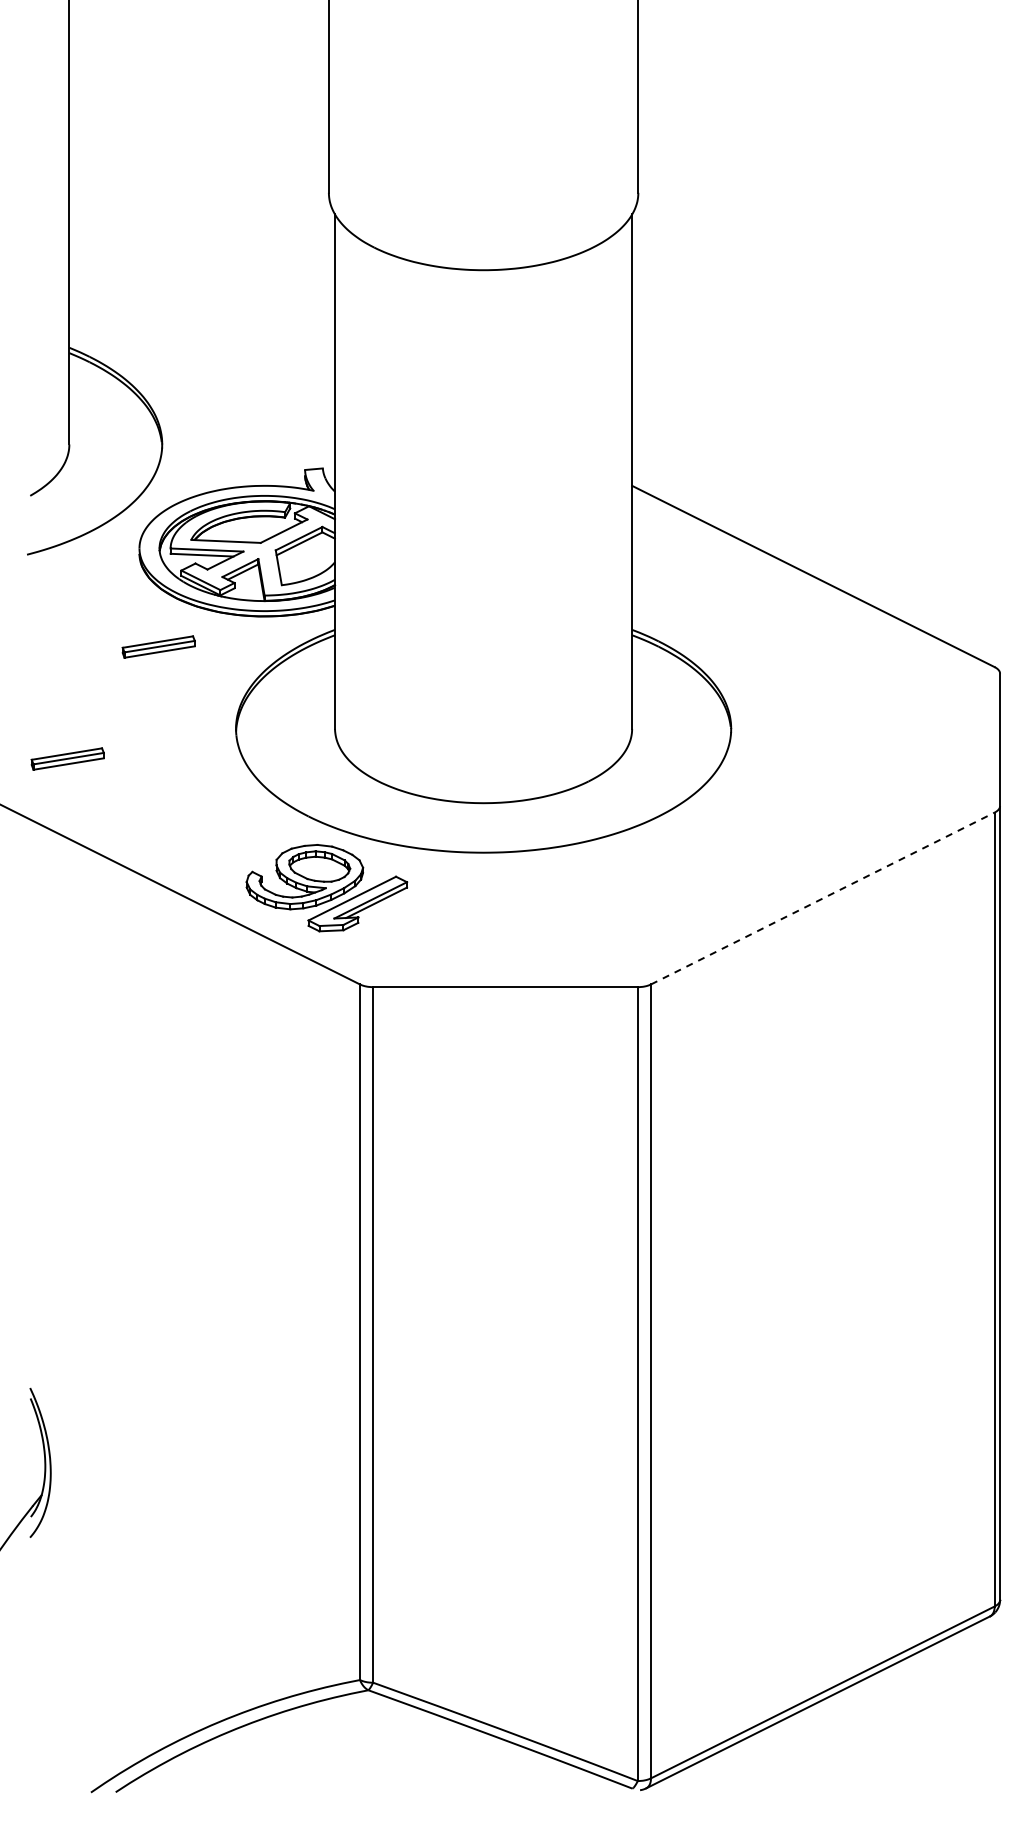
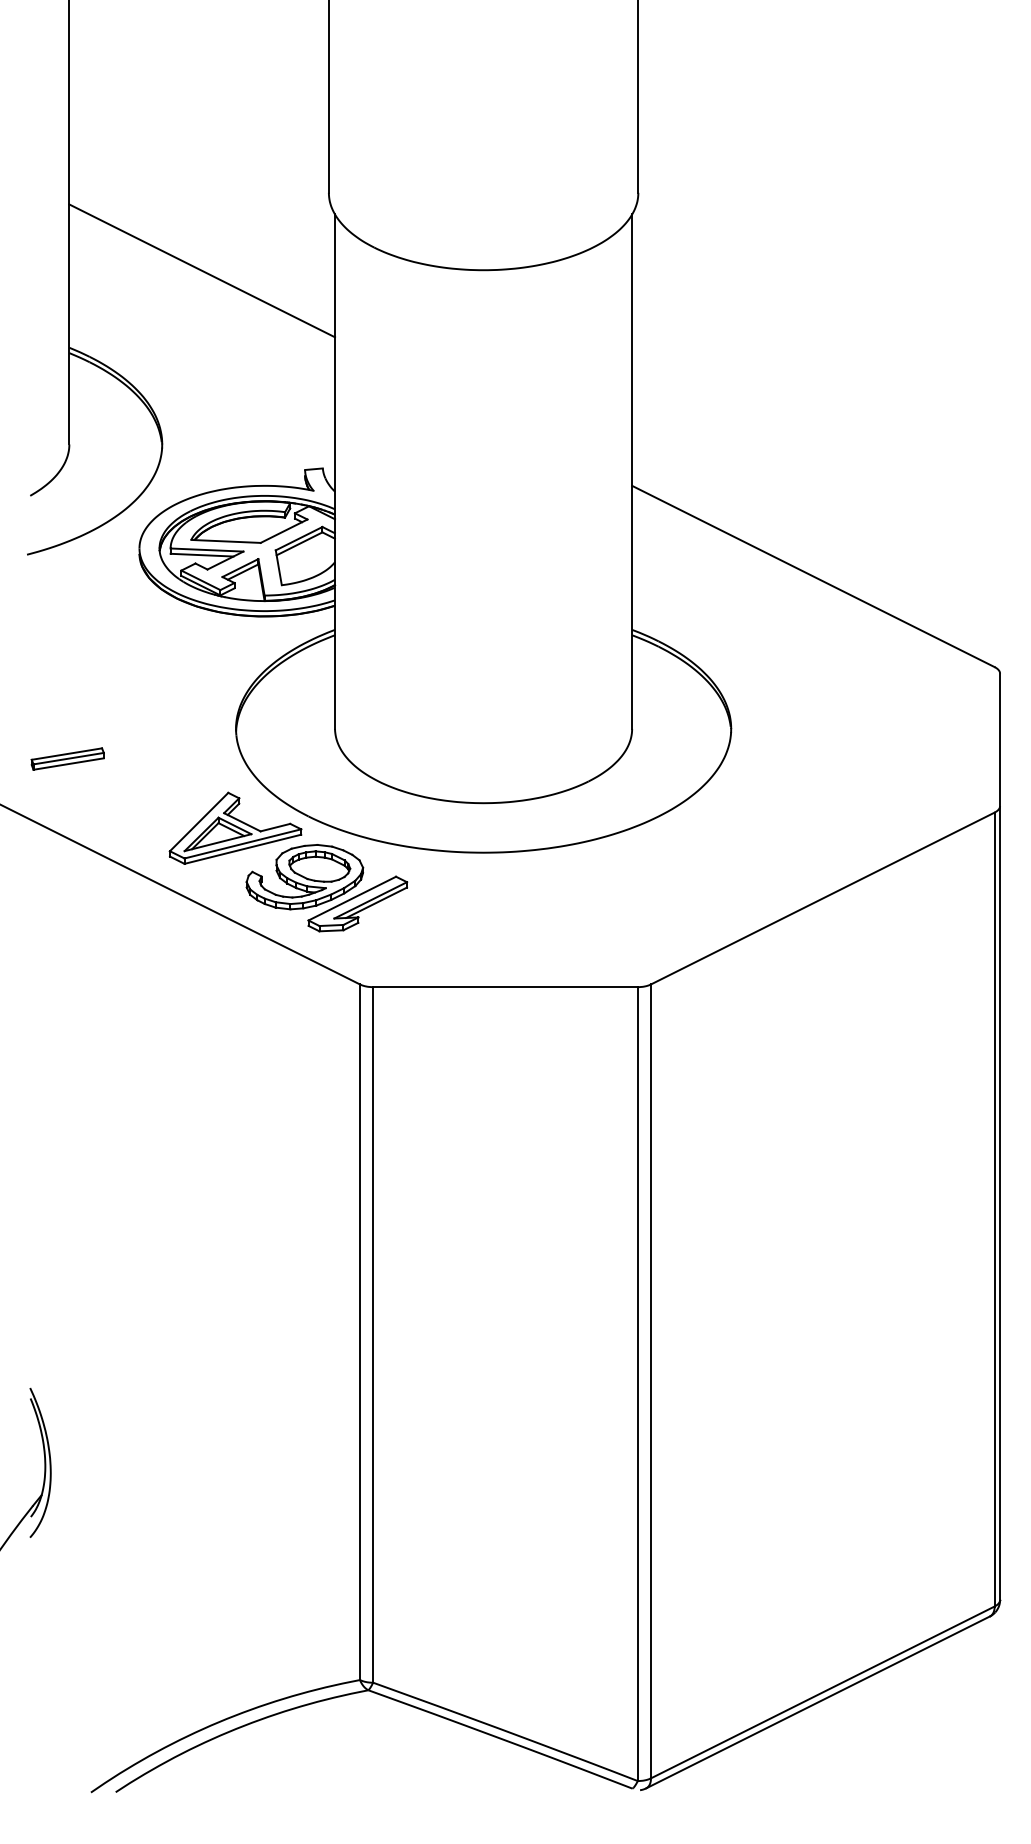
line at (202, 270): none -> present
part at (158, 646): present -> none
part at (235, 827): none -> present
line at (823, 898): dashed -> solid
